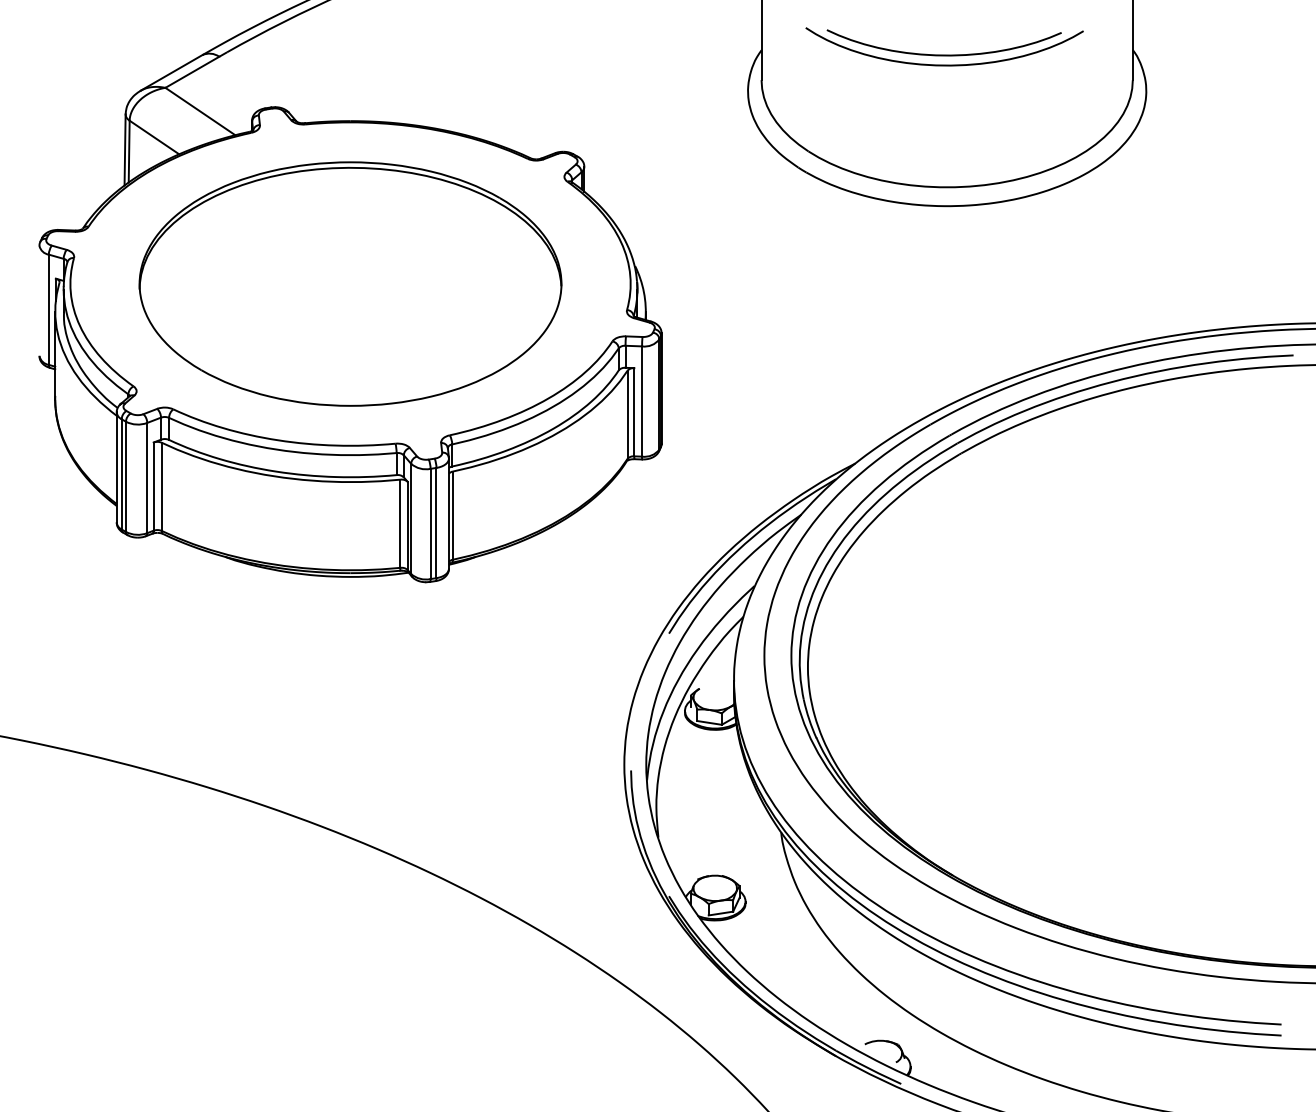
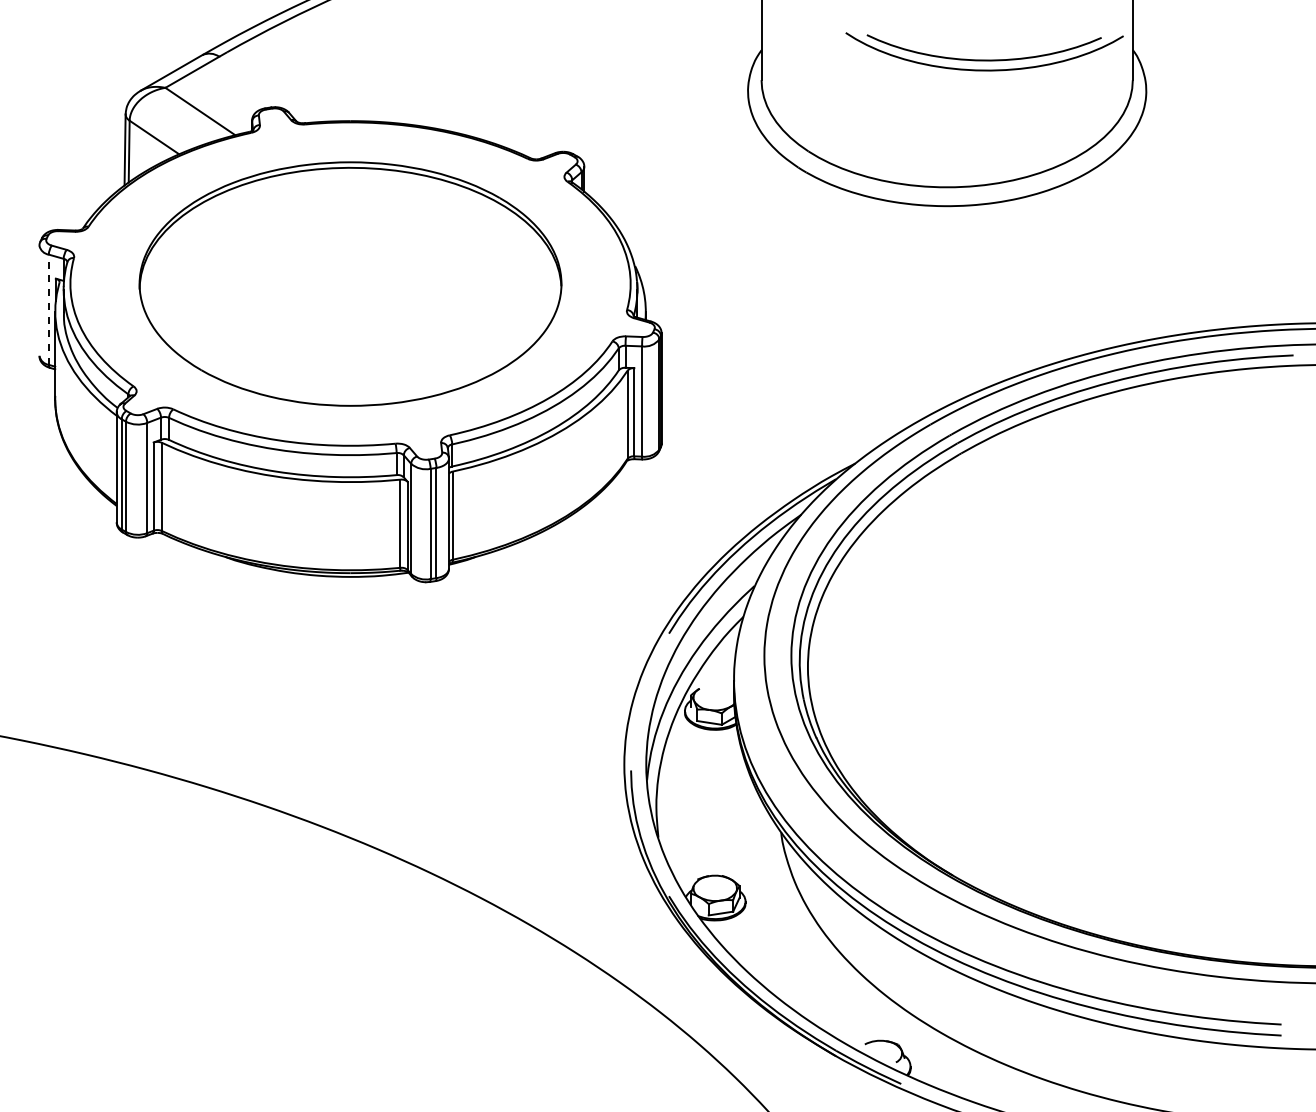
part at (944, 54) position: (944, 54) -> (984, 59)
line at (48, 309): solid -> dashed
